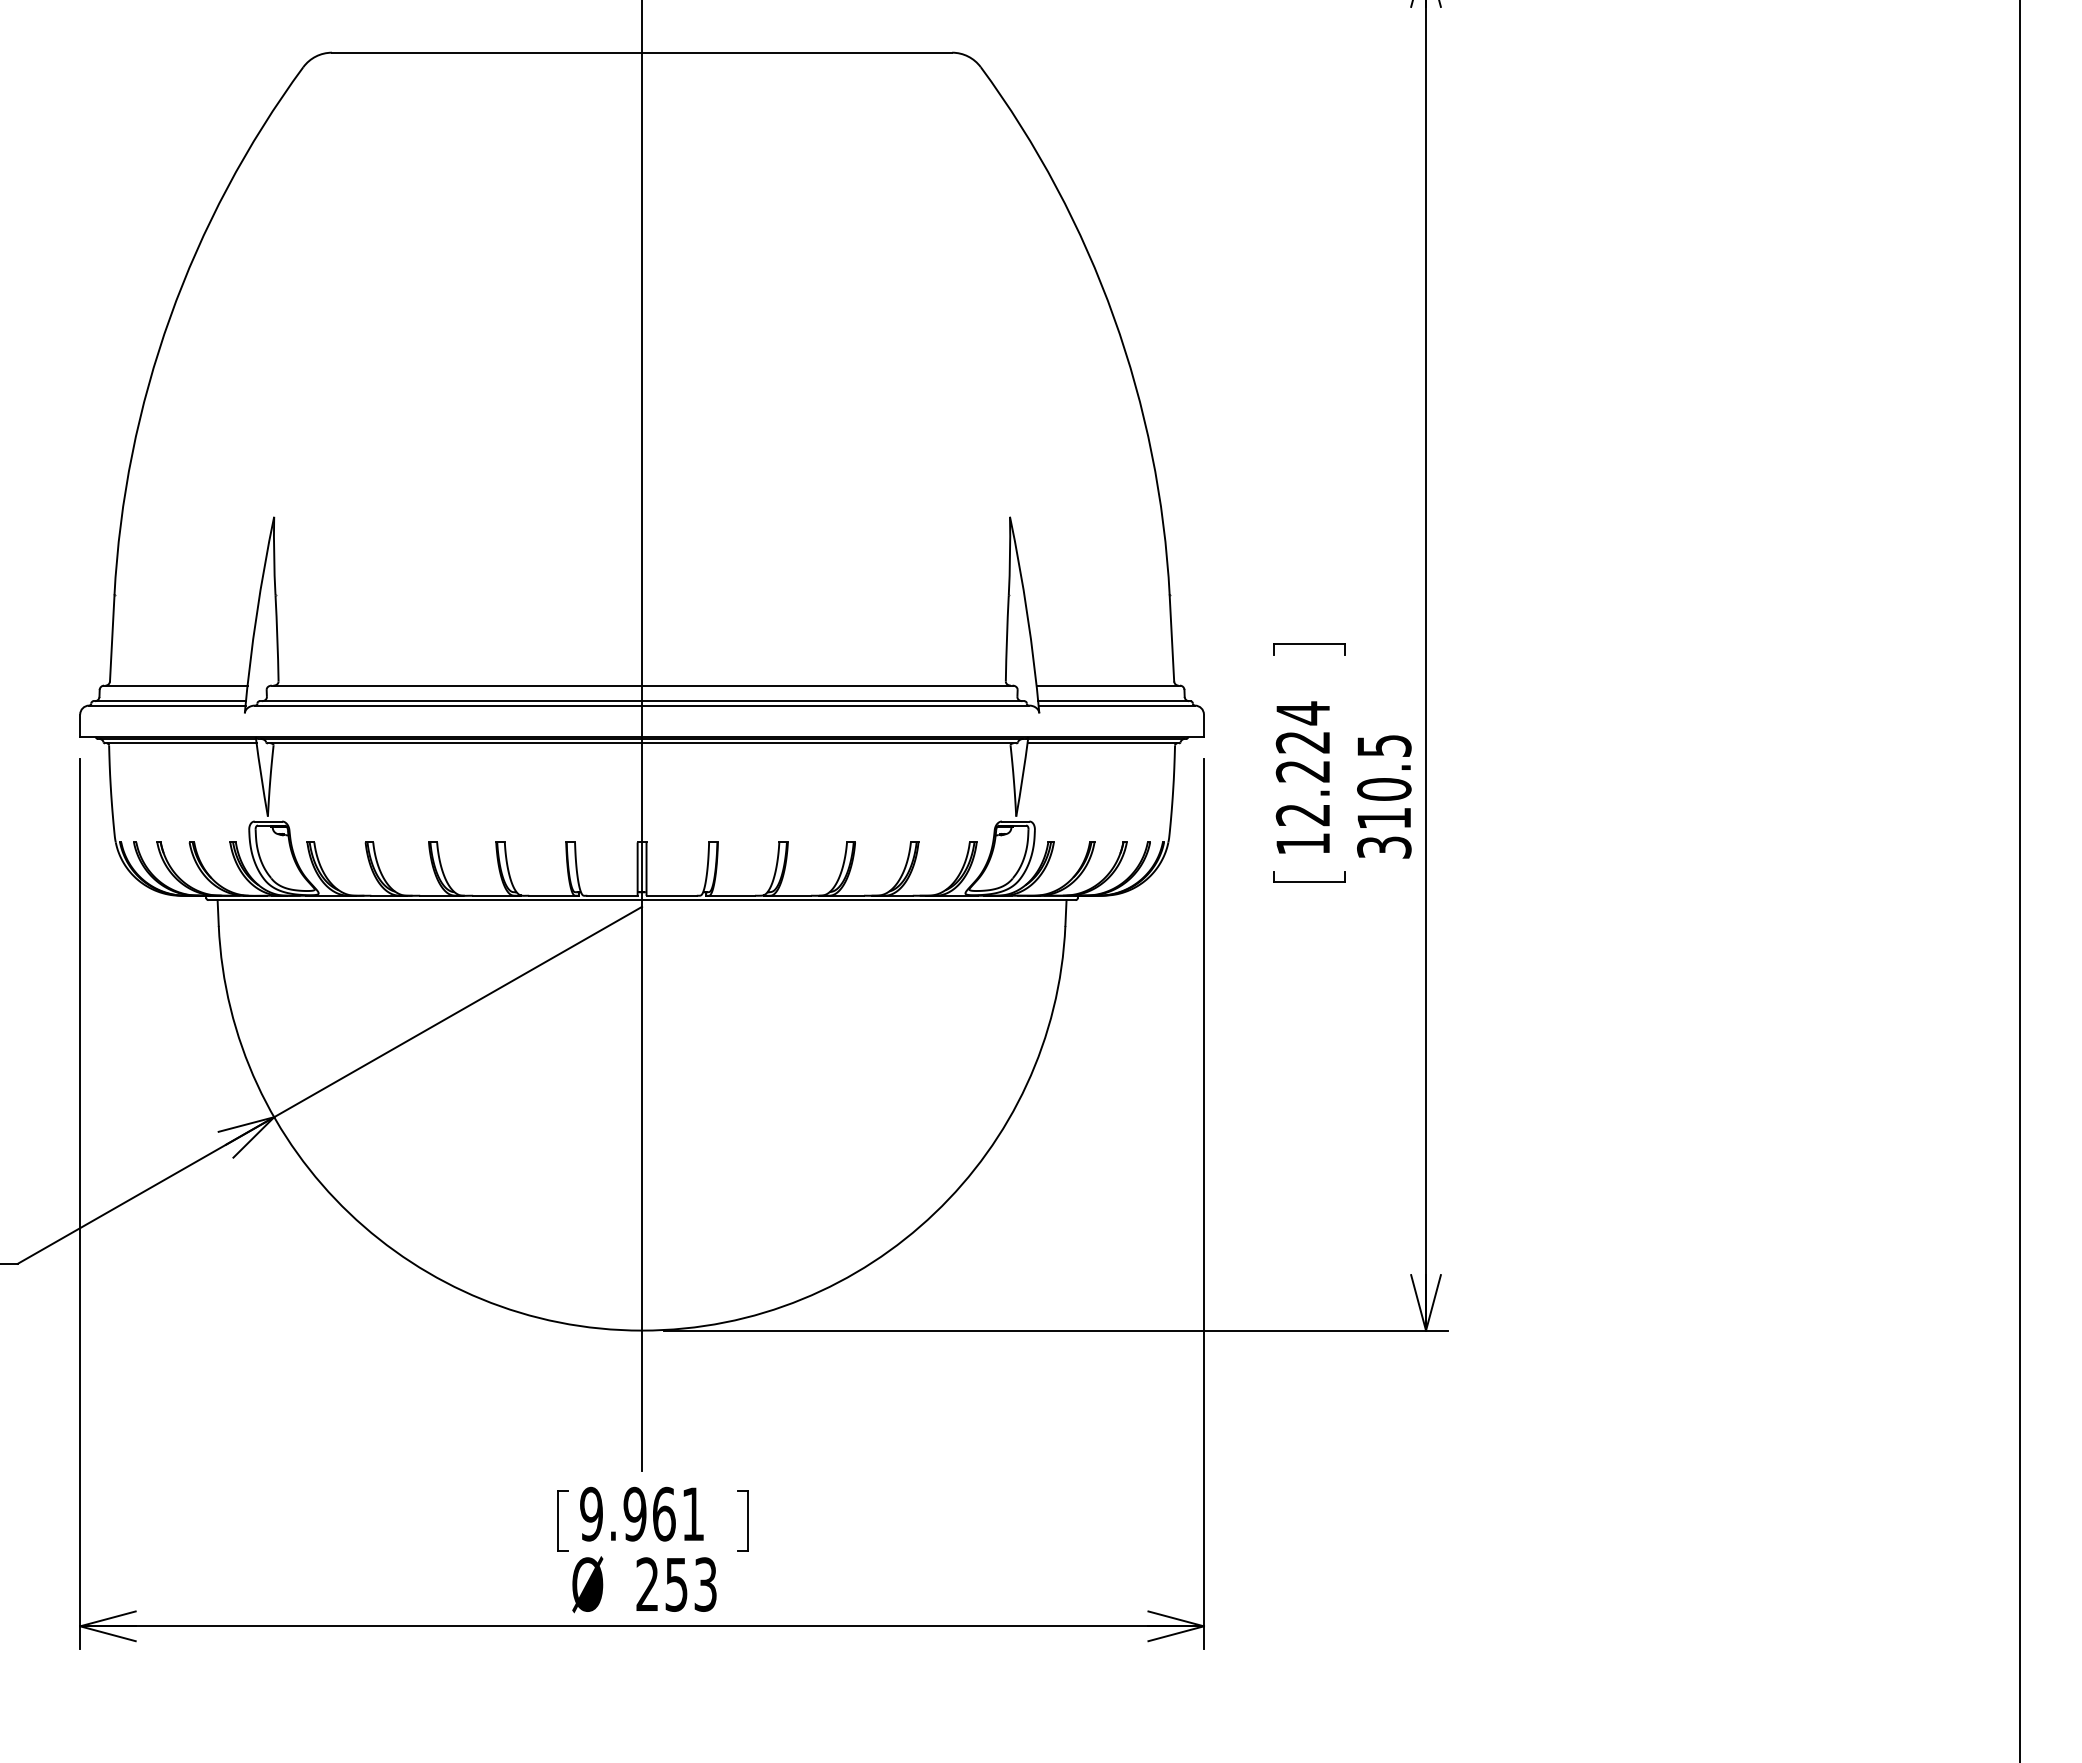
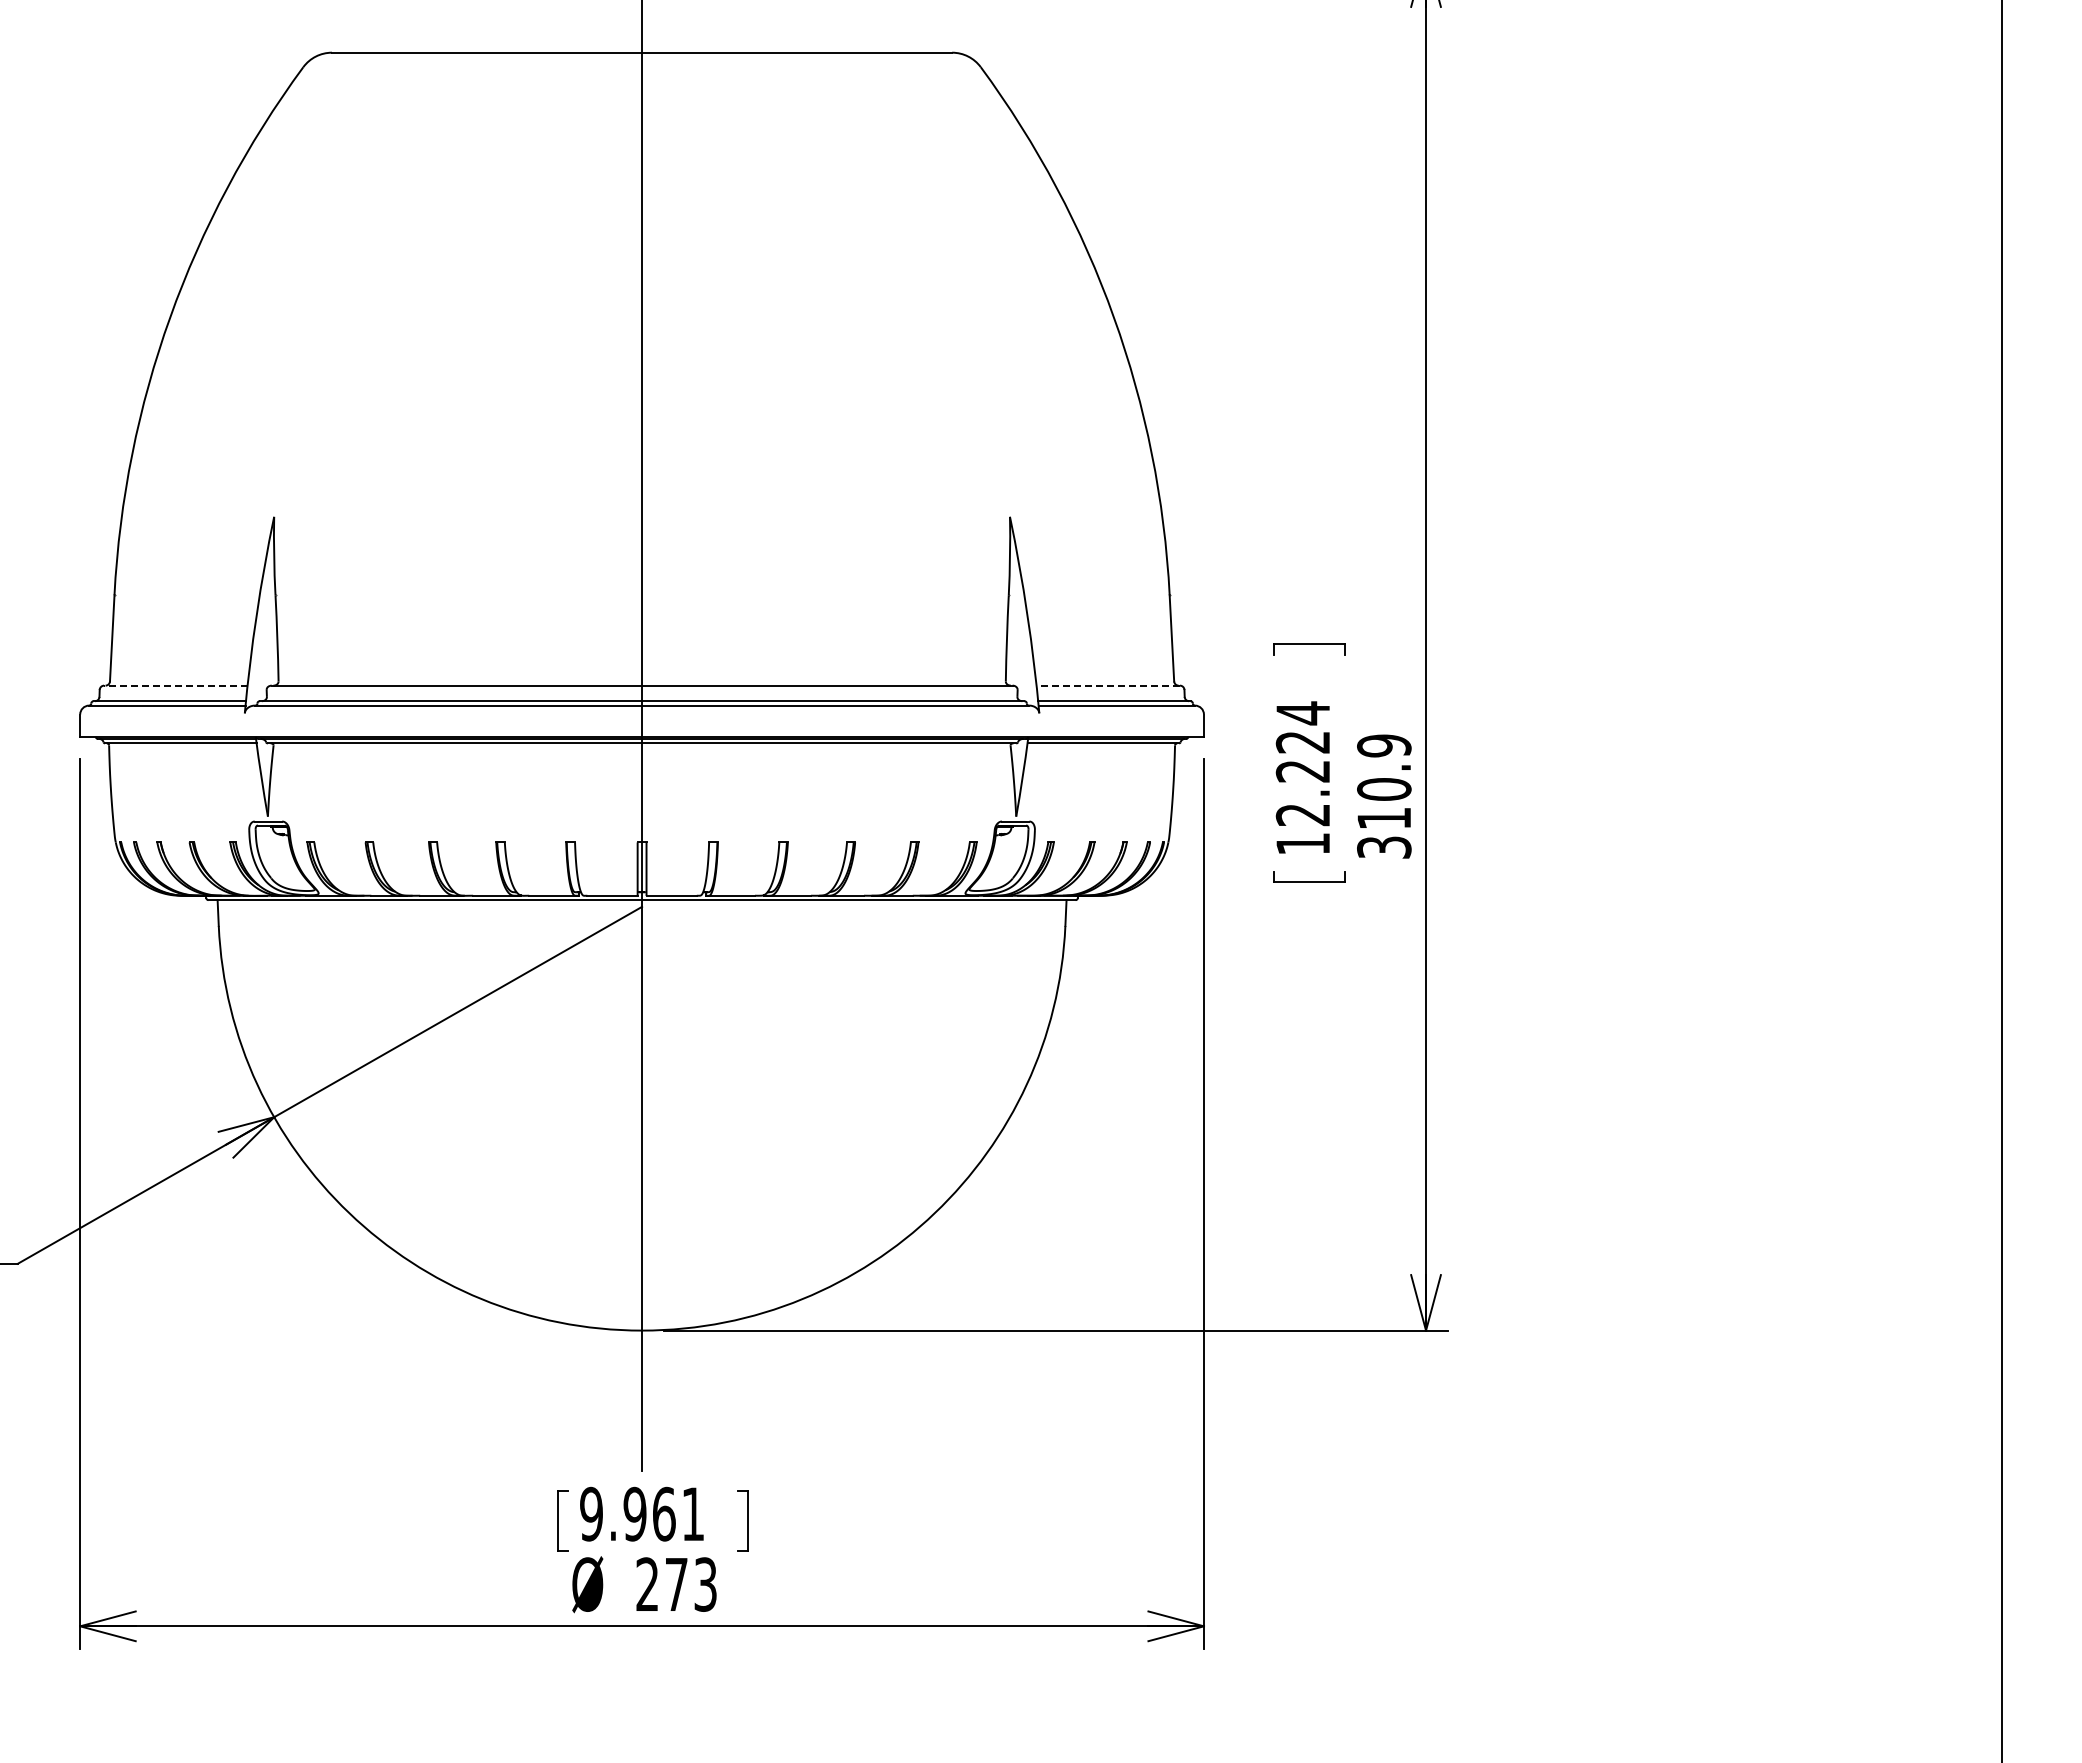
line at (175, 685): solid -> dashed
line at (1108, 685): solid -> dashed
text at (1384, 745): 310.5 -> 310.9
line at (2019, 880) position: (2019, 880) -> (2001, 880)
text at (676, 1584): 253 -> 273
